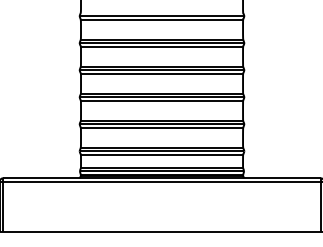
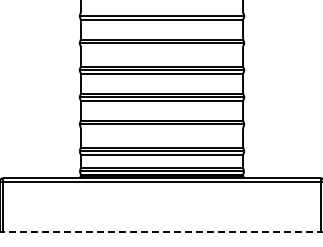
line at (161, 46): present -> none
line at (161, 127): present -> none
line at (161, 232): solid -> dashed
